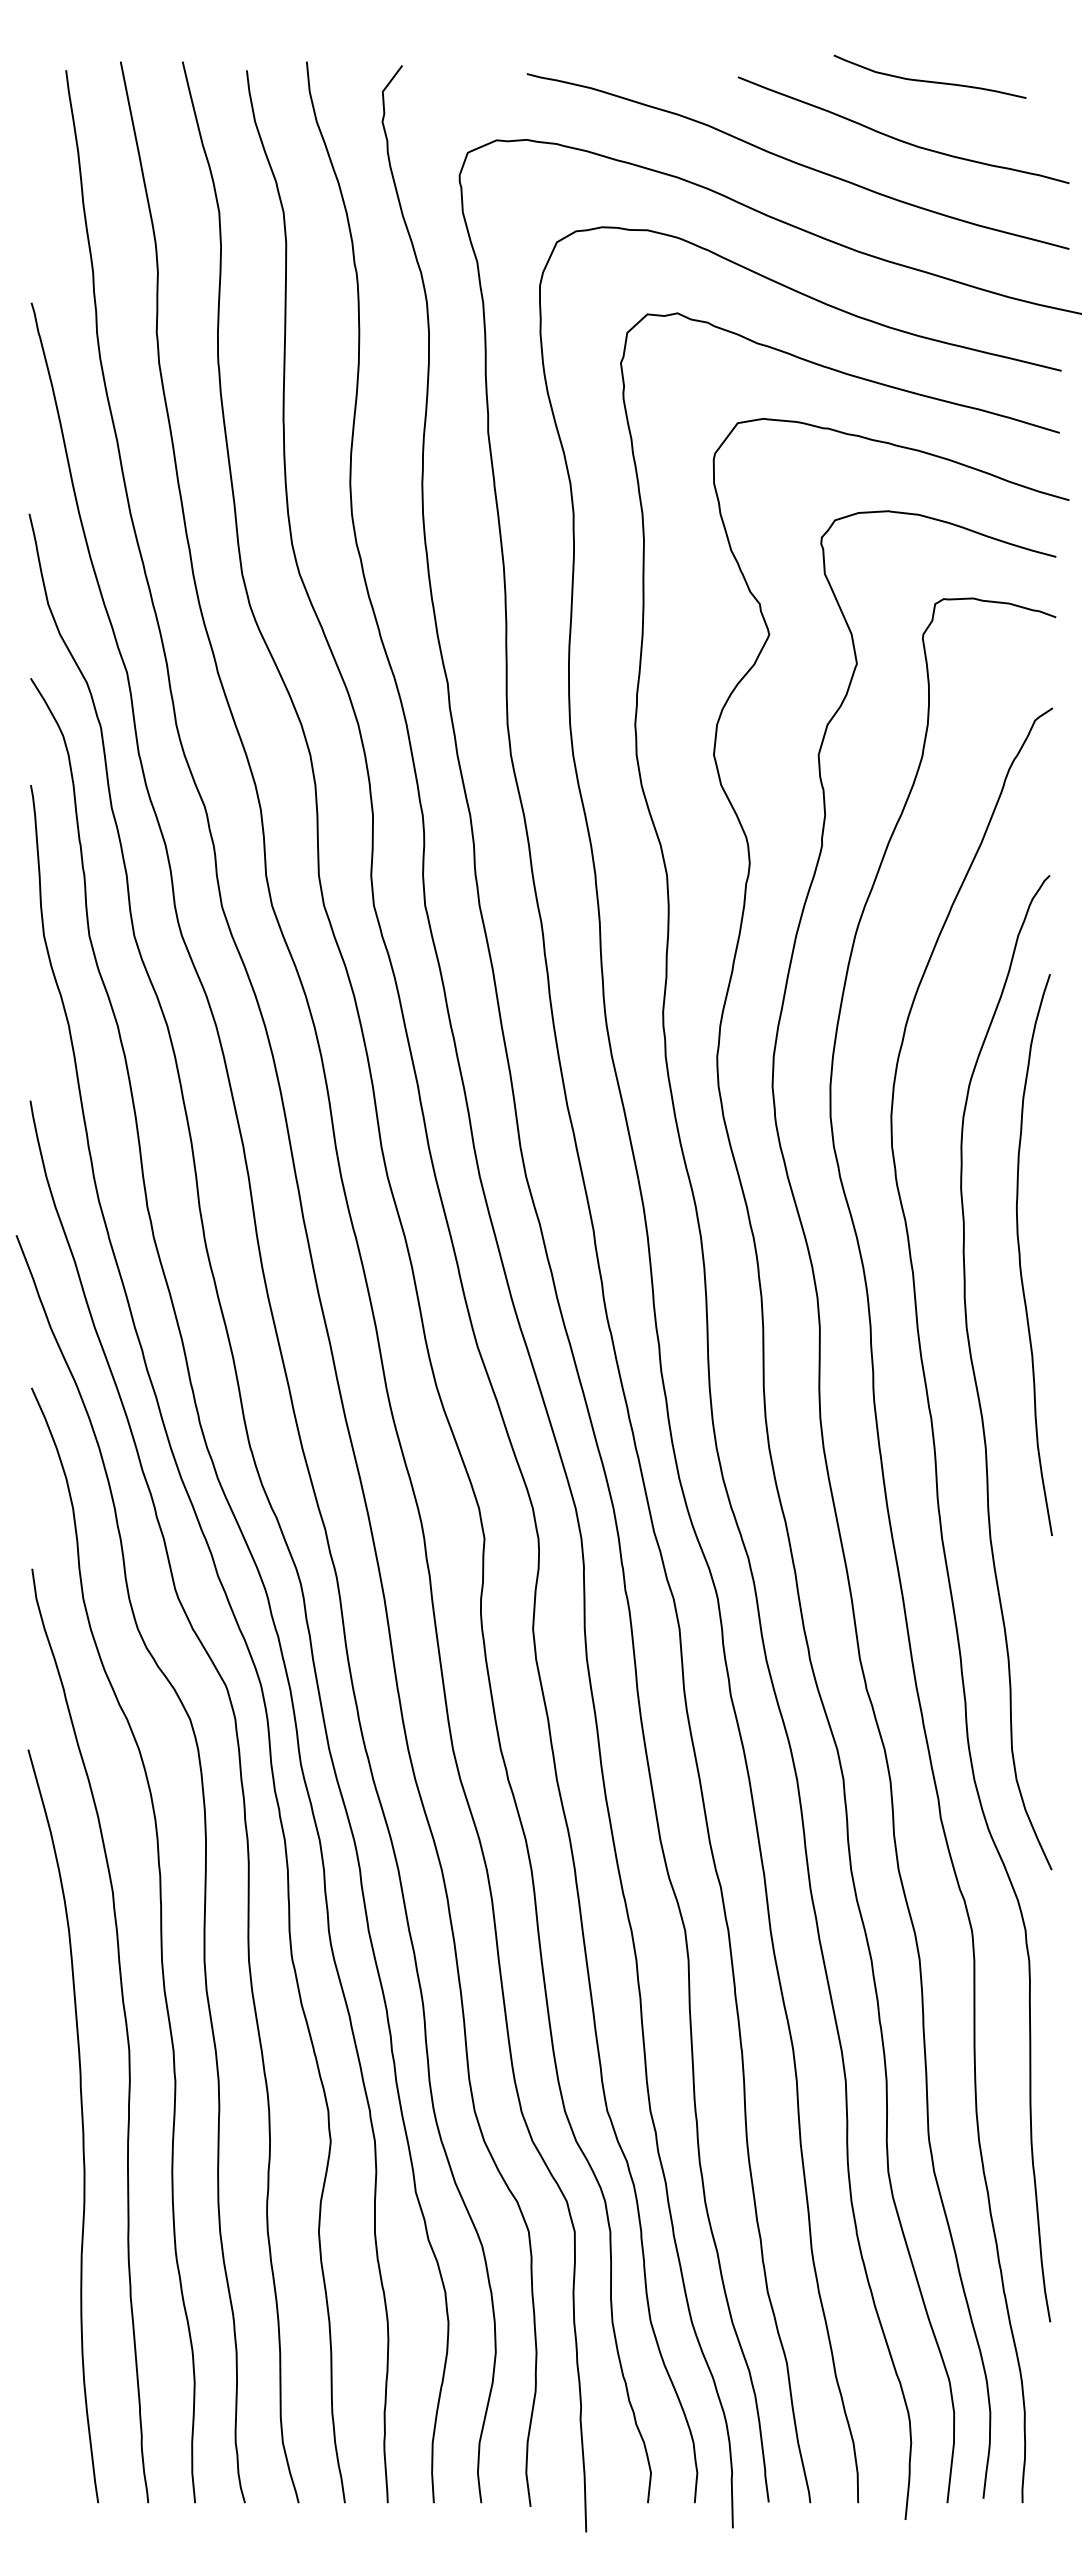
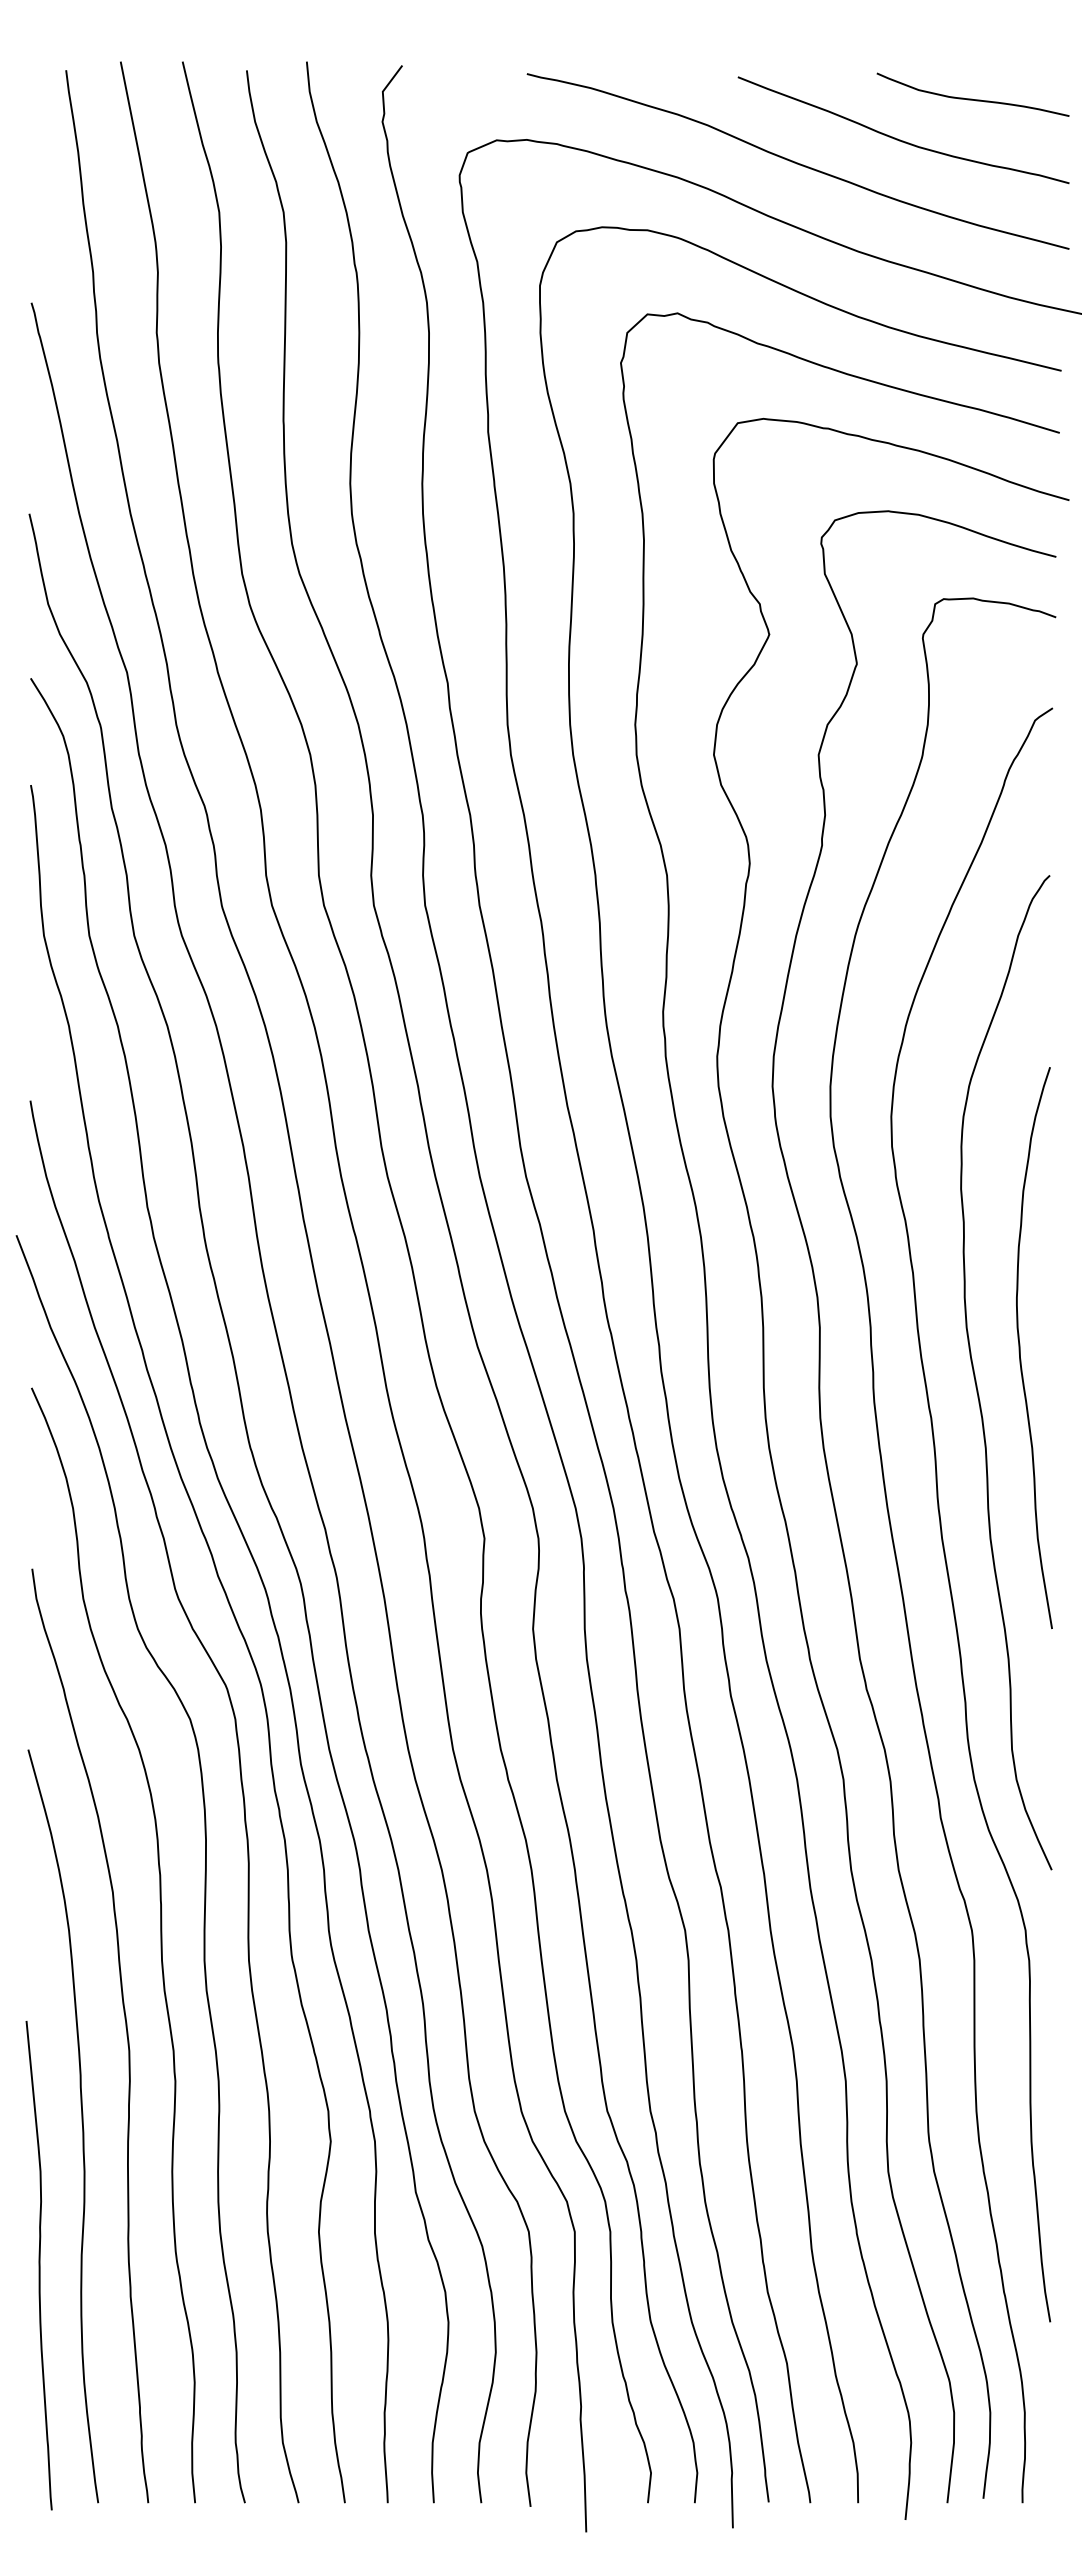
curve at (929, 80) position: (929, 80) -> (972, 98)
curve at (1020, 1254) position: (1020, 1254) -> (1020, 1347)
curve at (38, 2265): none -> present
